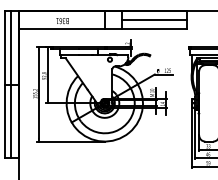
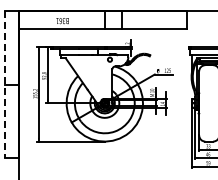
line at (153, 20): present -> none
line at (10, 84): present -> none
line at (4, 85): solid -> dashed
